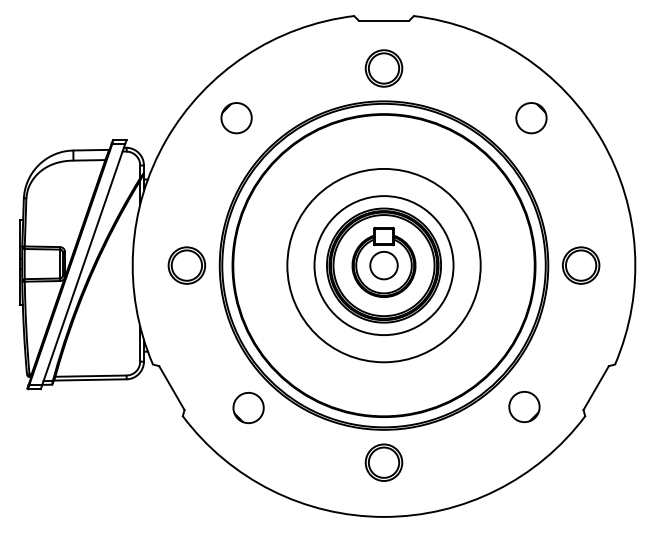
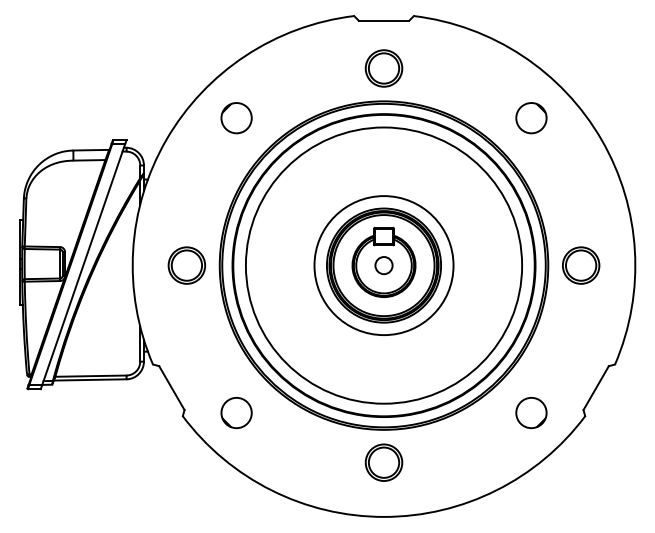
circle at (383, 265) diameter: 193 px -> 276 px
circle at (383, 265) diameter: 27 px -> 17 px
circle at (524, 407) position: (524, 407) -> (531, 413)
circle at (248, 408) position: (248, 408) -> (236, 413)
